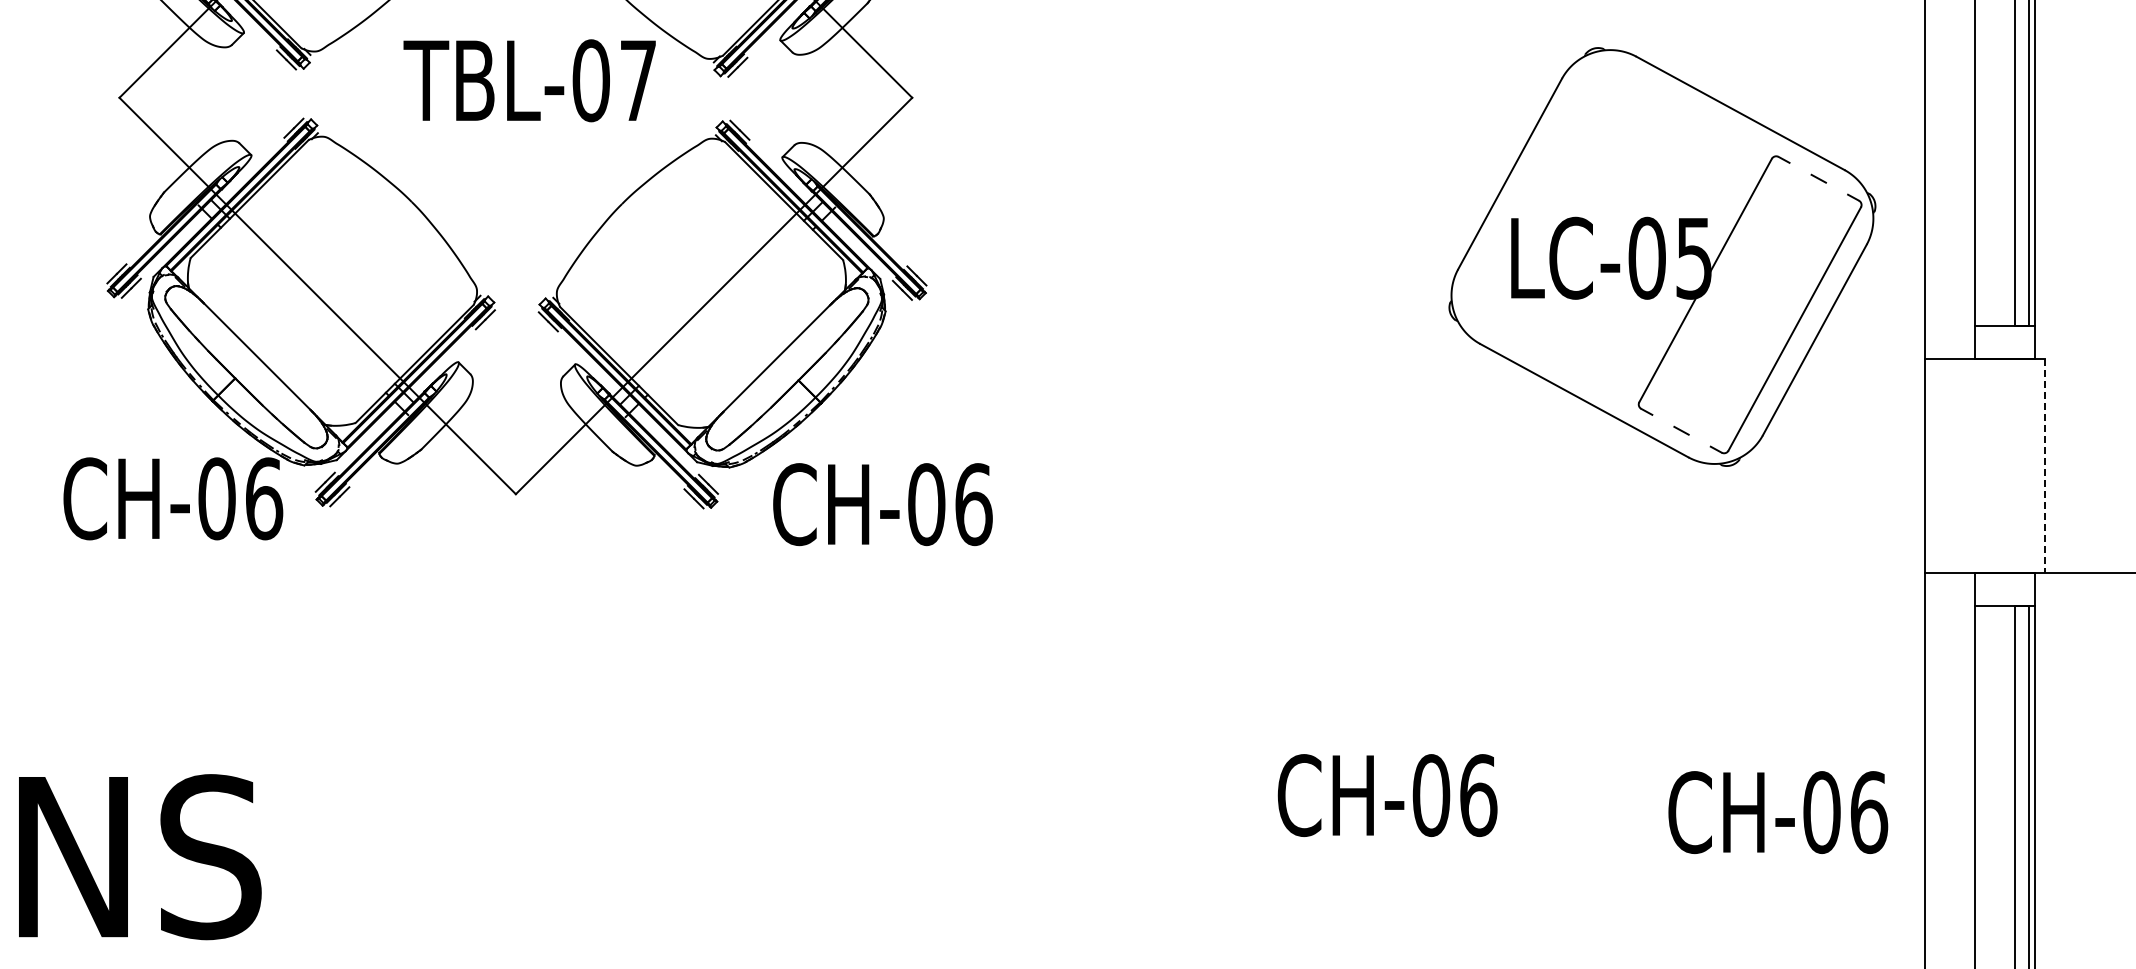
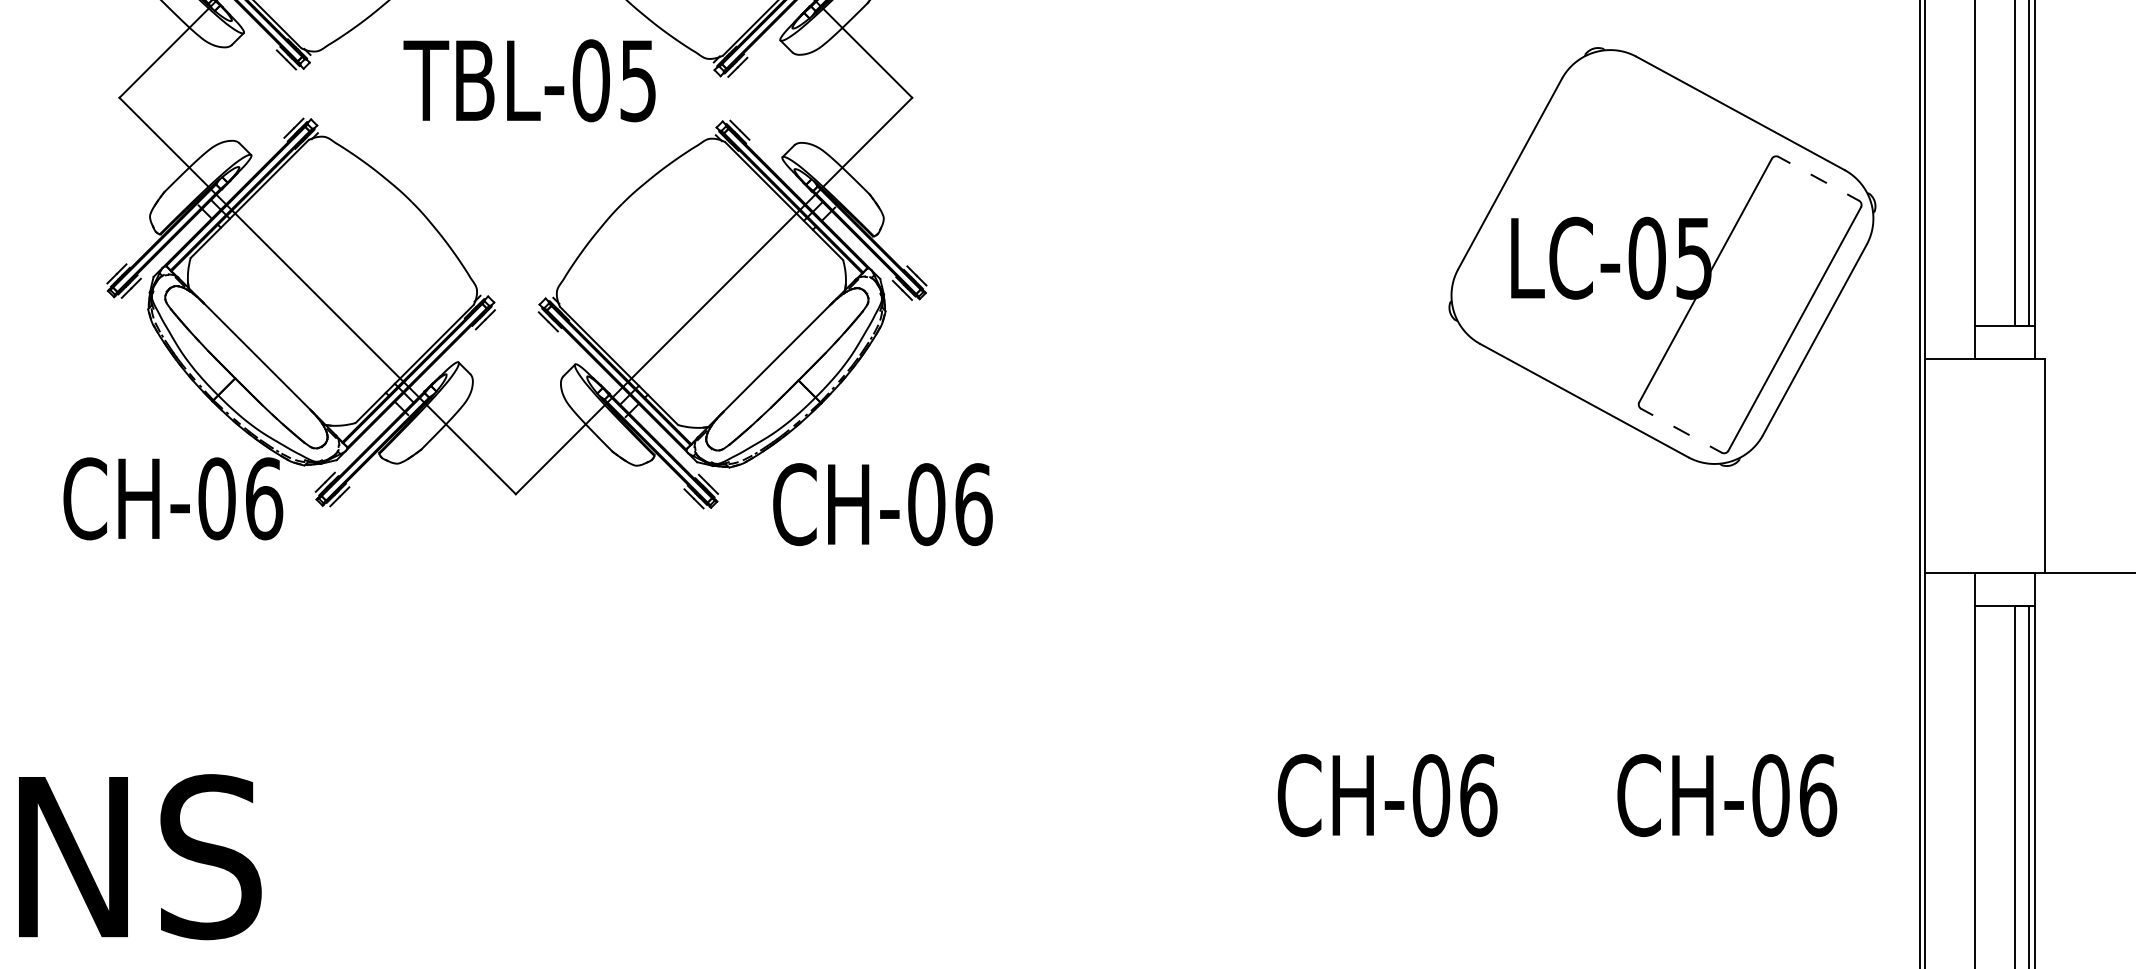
text at (637, 81): TBL-07 -> TBL-05
line at (2045, 466): dashed -> solid
line at (1920, 483): none -> present
text at (1778, 812) position: (1778, 812) -> (1727, 795)
